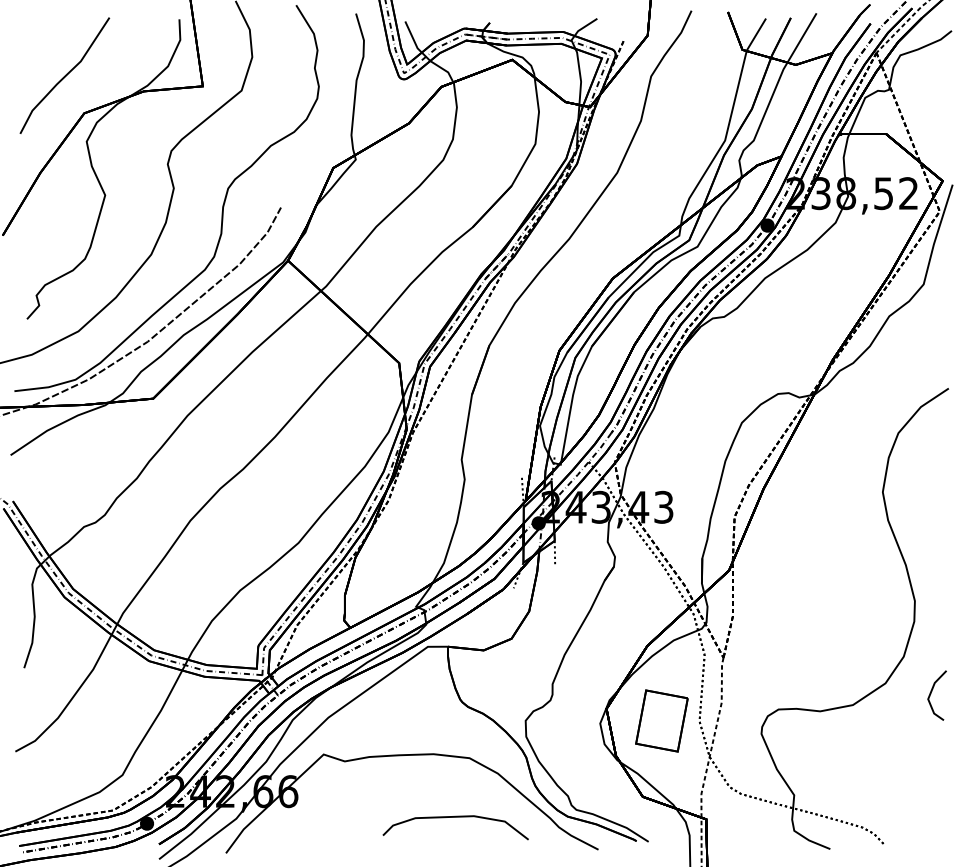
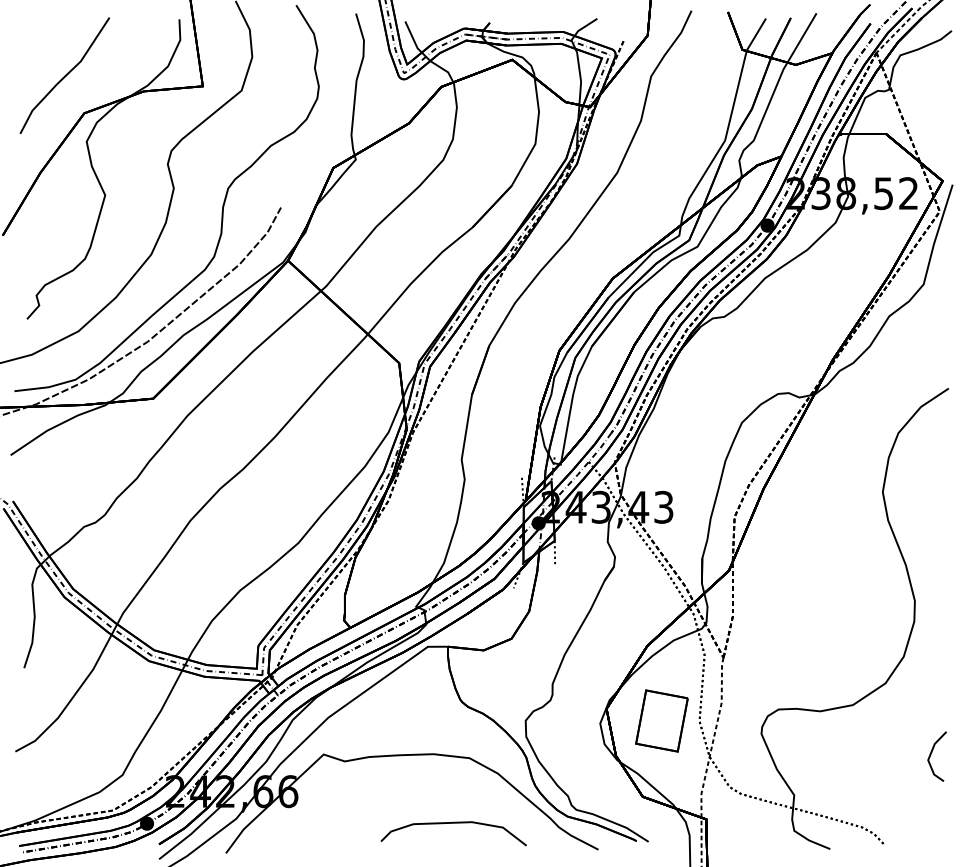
line at (931, 694) position: (931, 694) -> (931, 755)
curve at (455, 817) position: (455, 817) -> (453, 823)
